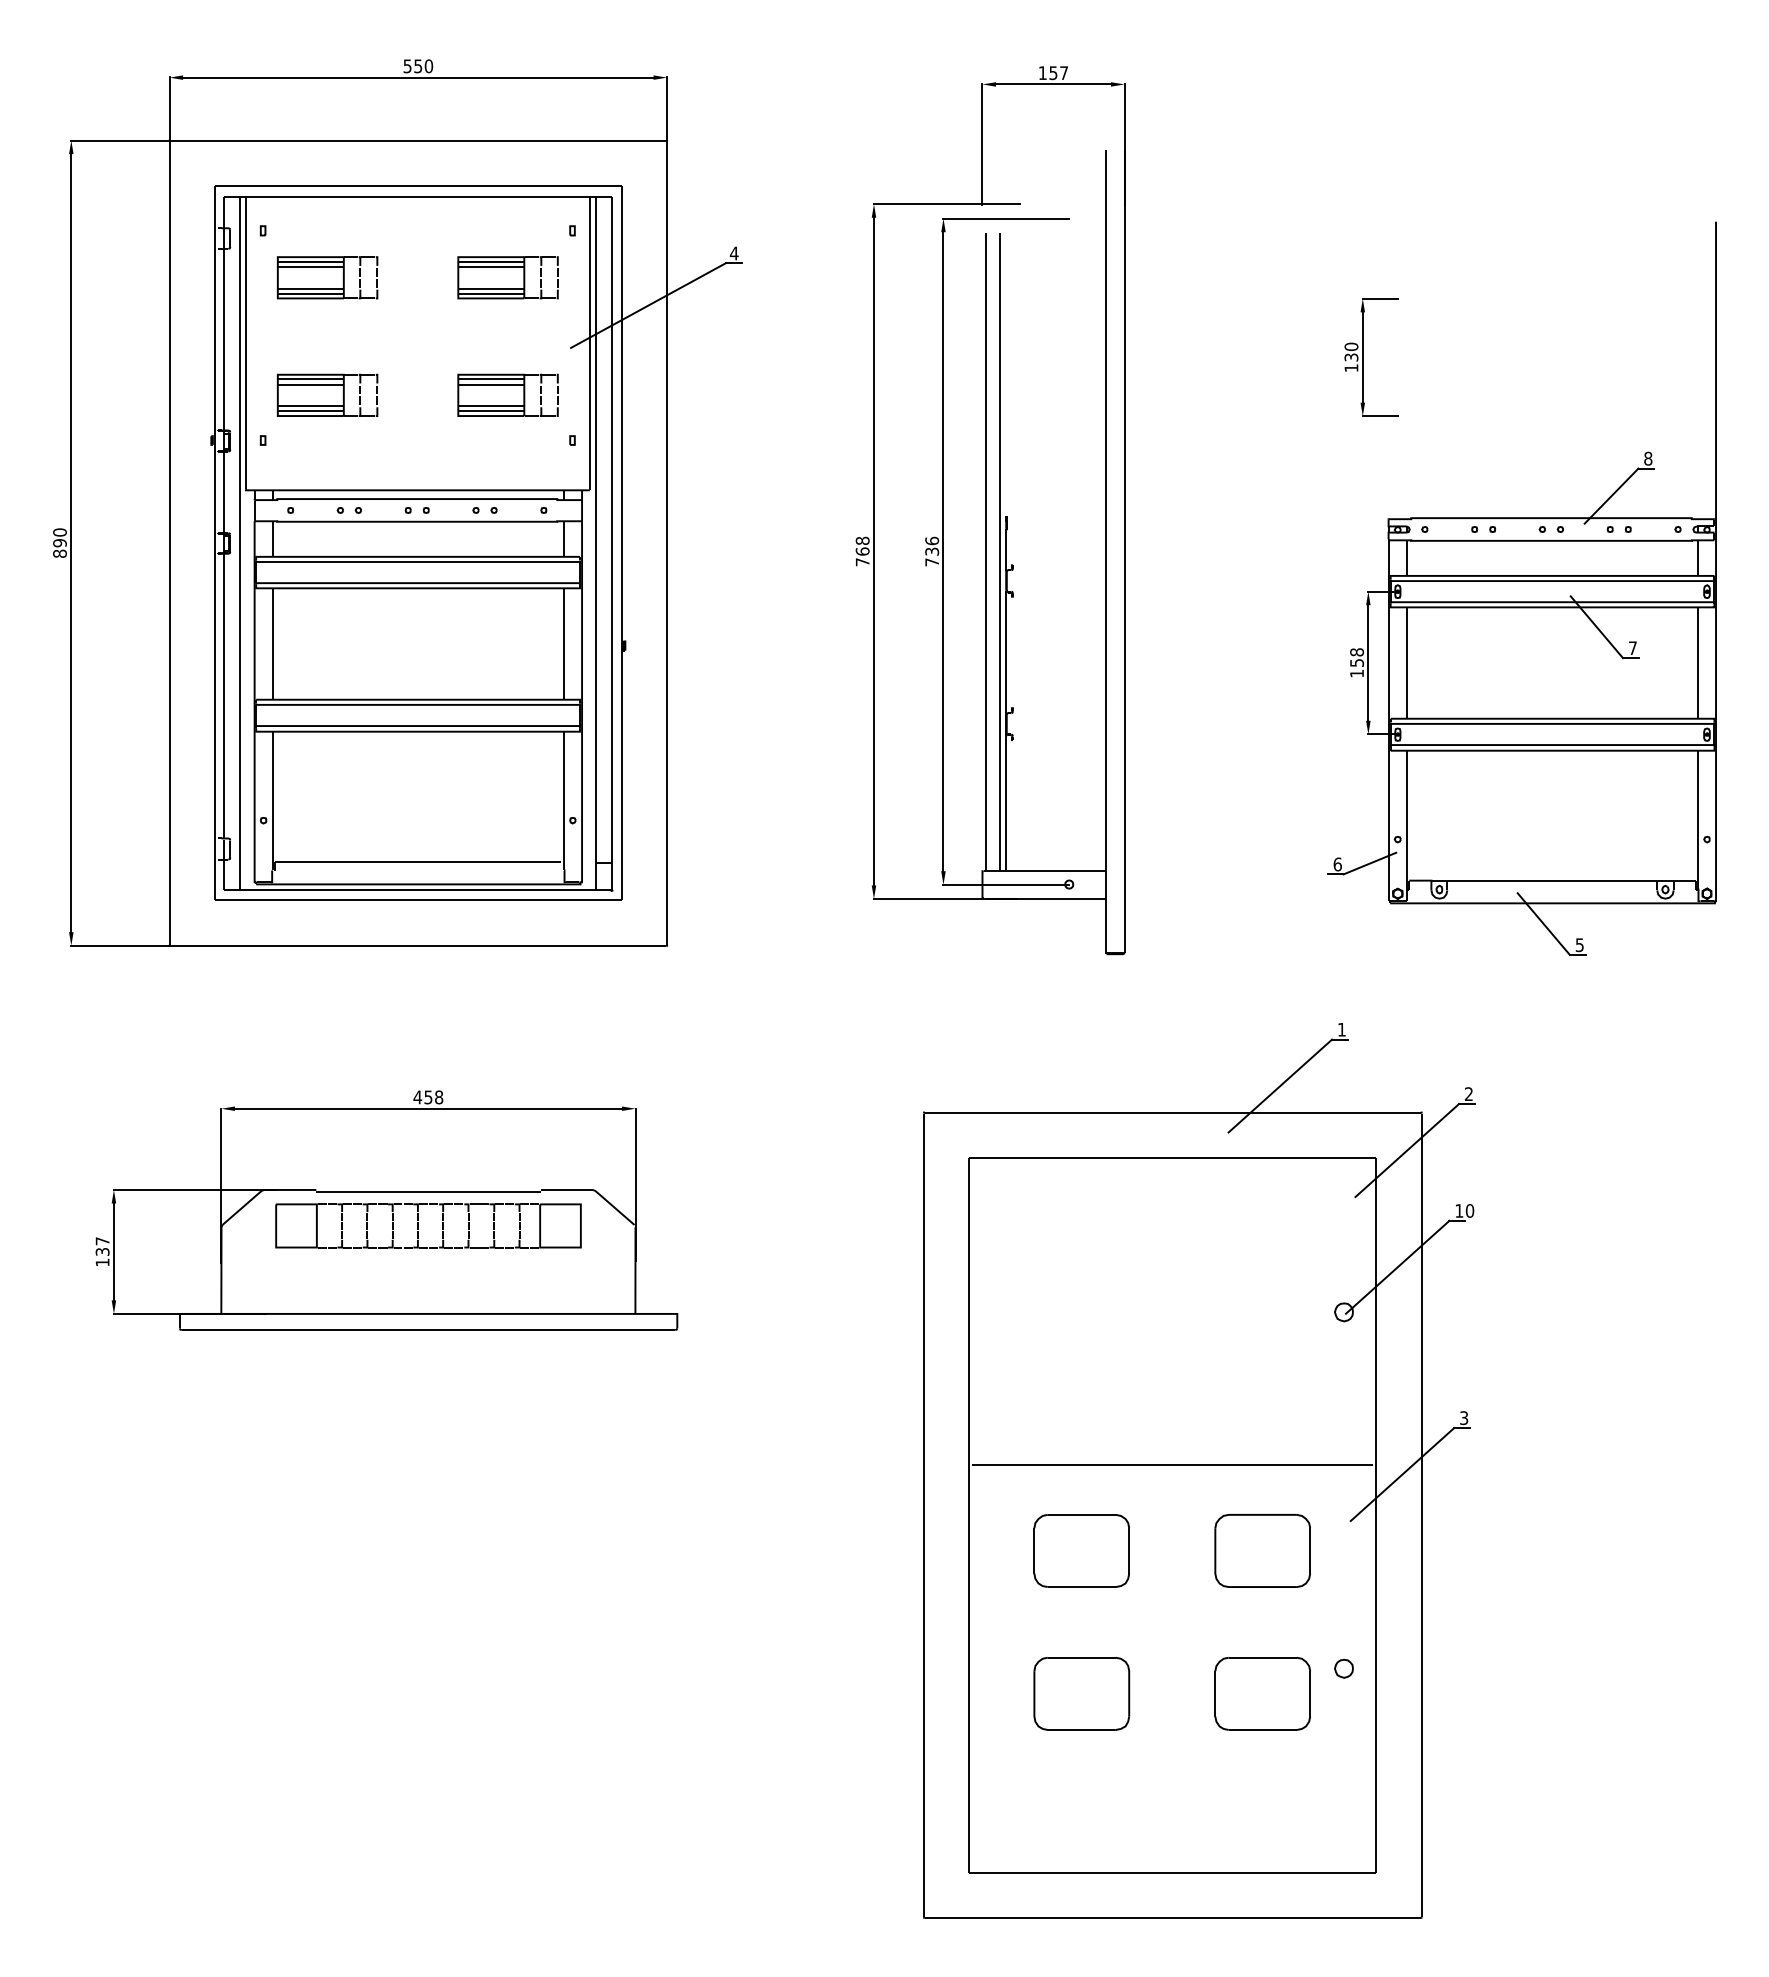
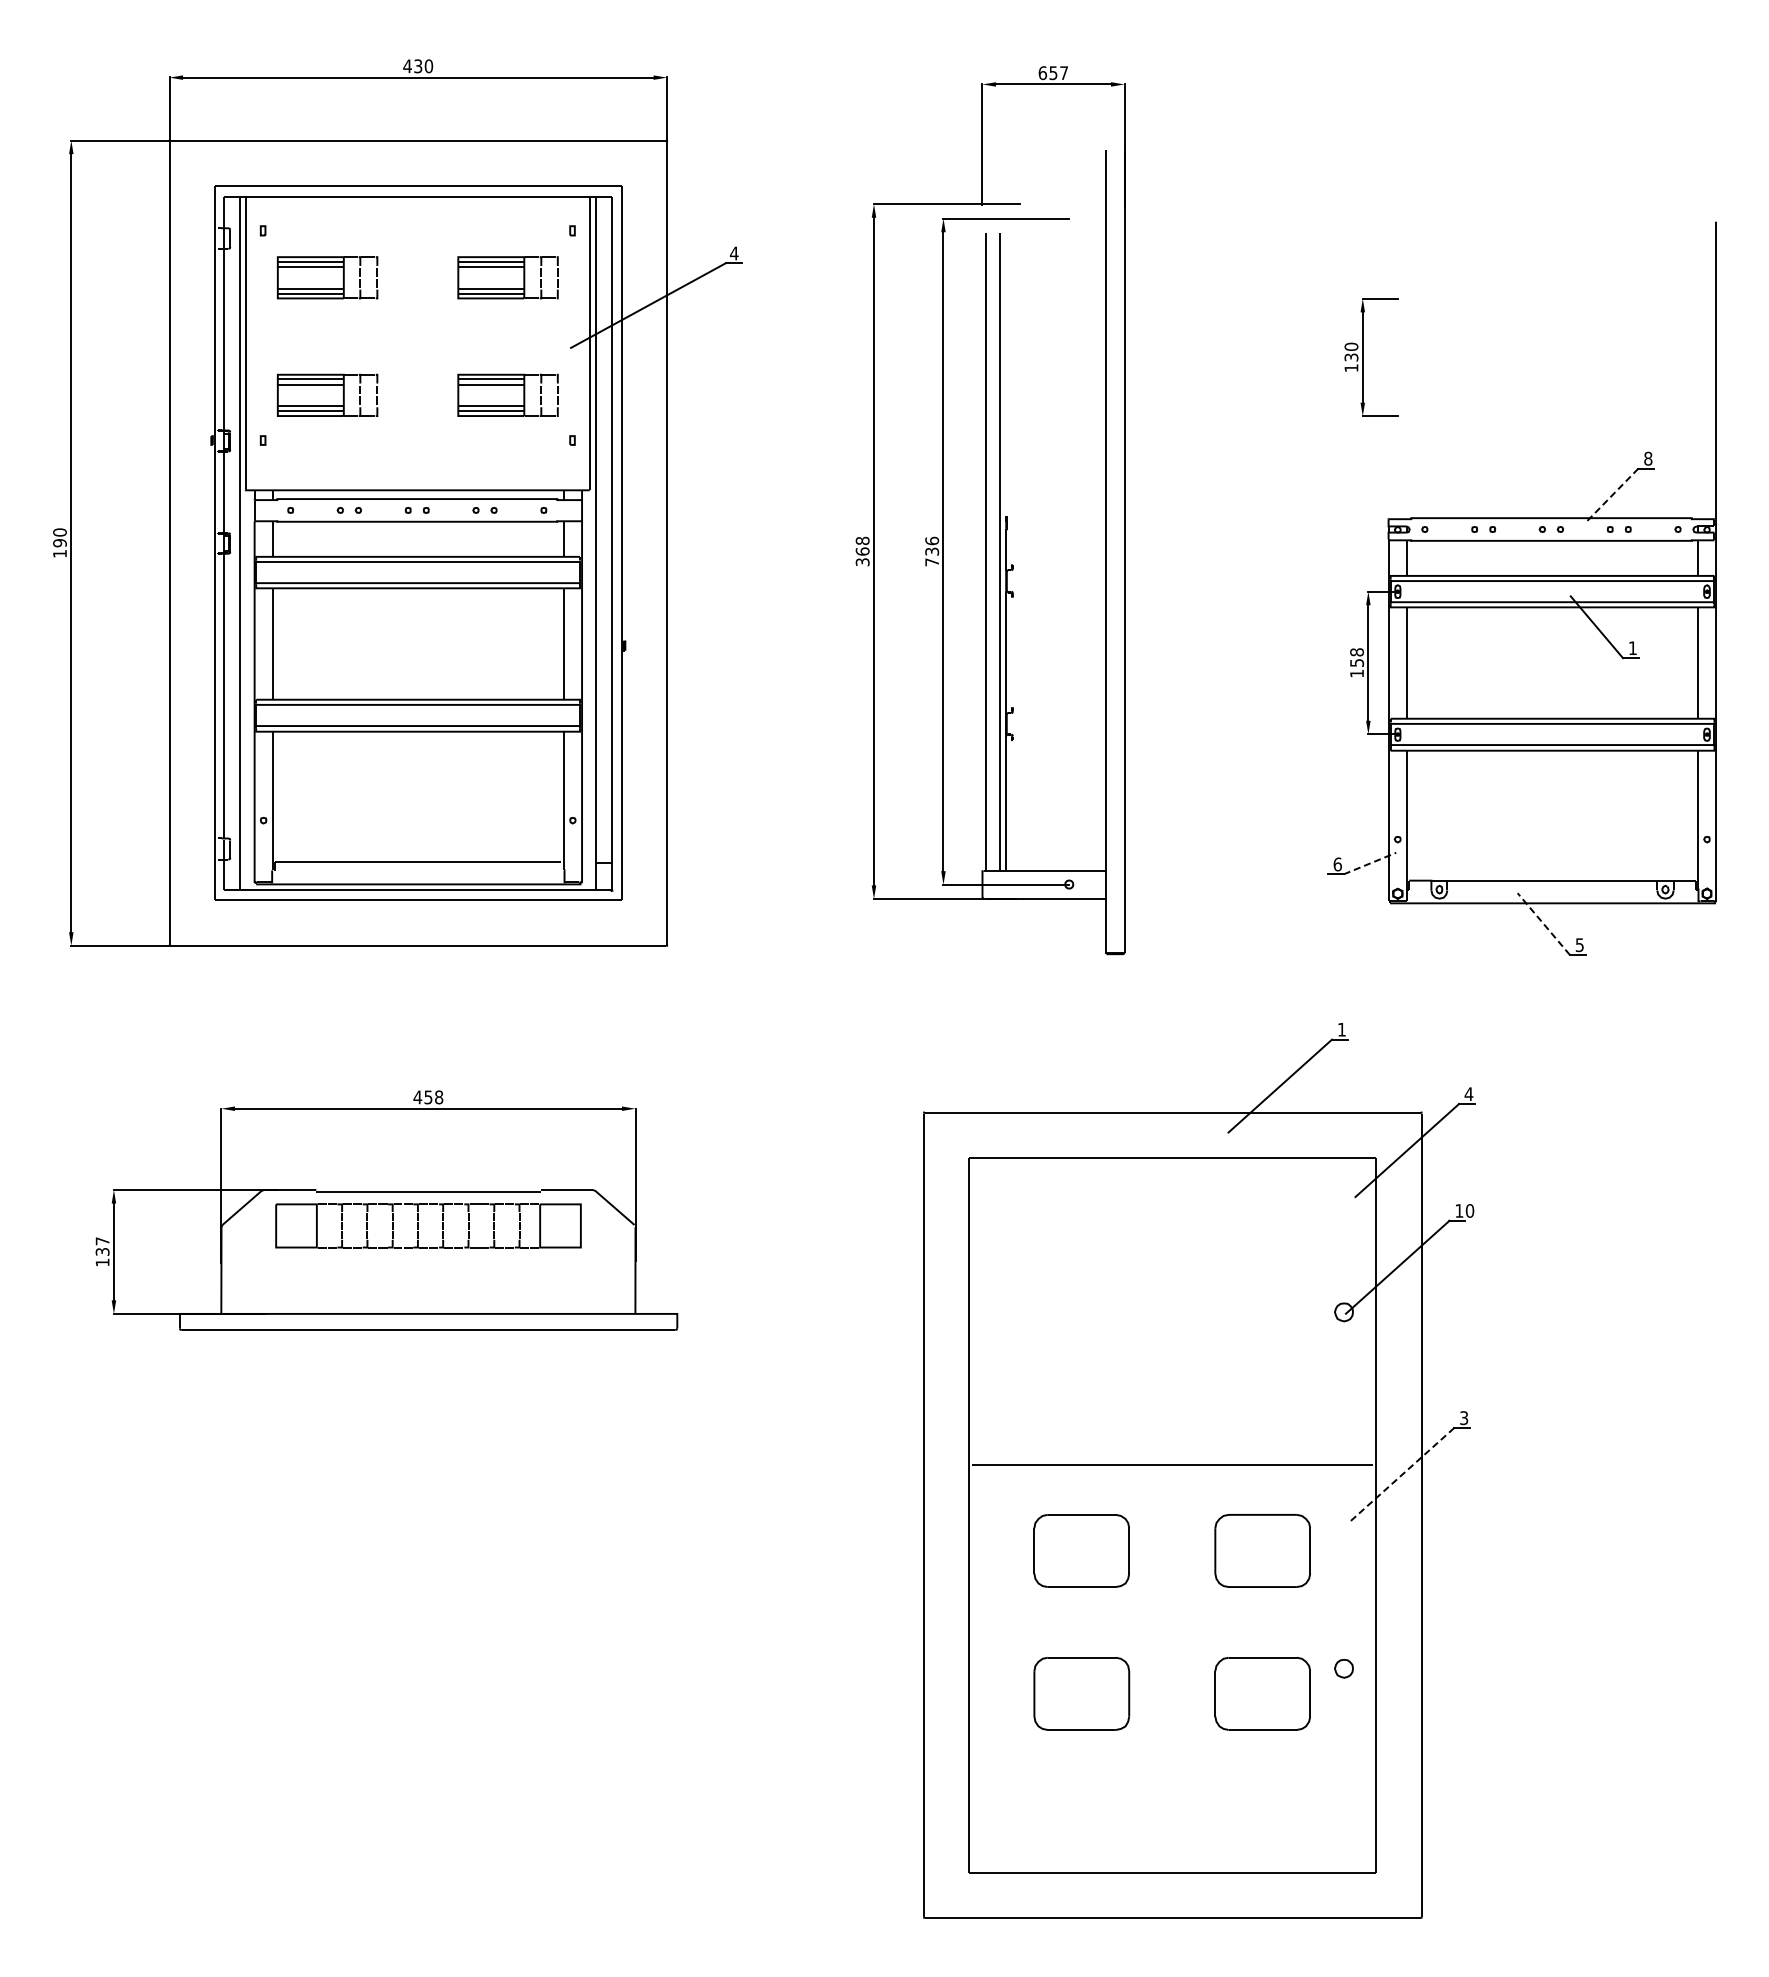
text at (412, 66): 550 -> 430
text at (1042, 73): 157 -> 657
line at (1611, 496): solid -> dashed
text at (59, 553): 890 -> 190
text at (862, 562): 768 -> 368
text at (1632, 647): 7 -> 1
line at (1370, 863): solid -> dashed
line at (1543, 923): solid -> dashed
text at (1468, 1093): 2 -> 4
line at (1402, 1474): solid -> dashed
